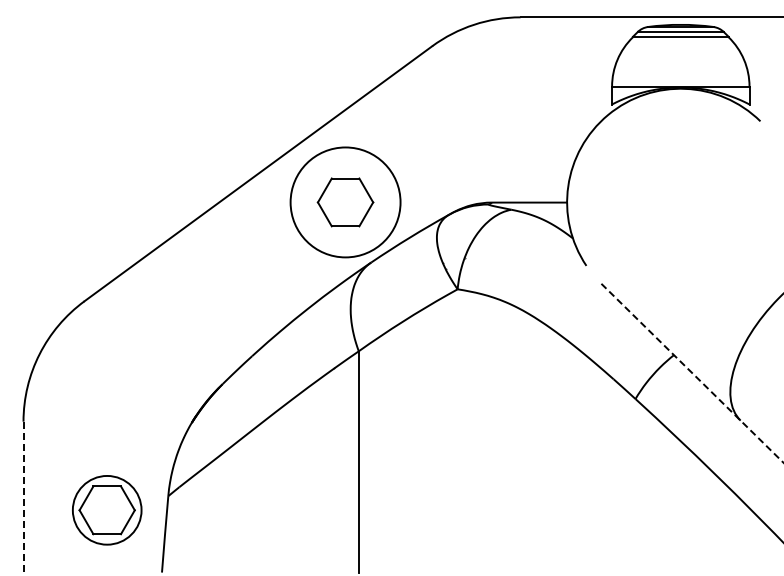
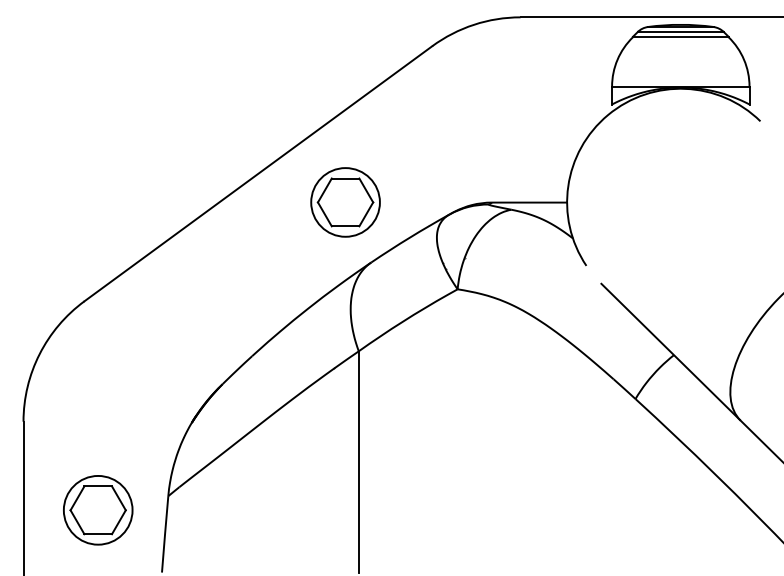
circle at (345, 202) diameter: 110 px -> 69 px
line at (692, 373): dashed -> solid
line at (23, 498): dashed -> solid
part at (107, 510) position: (107, 510) -> (98, 510)
